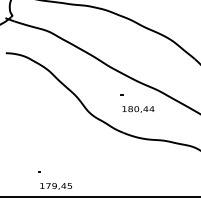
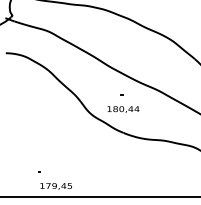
text at (138, 109) position: (138, 109) -> (123, 109)
